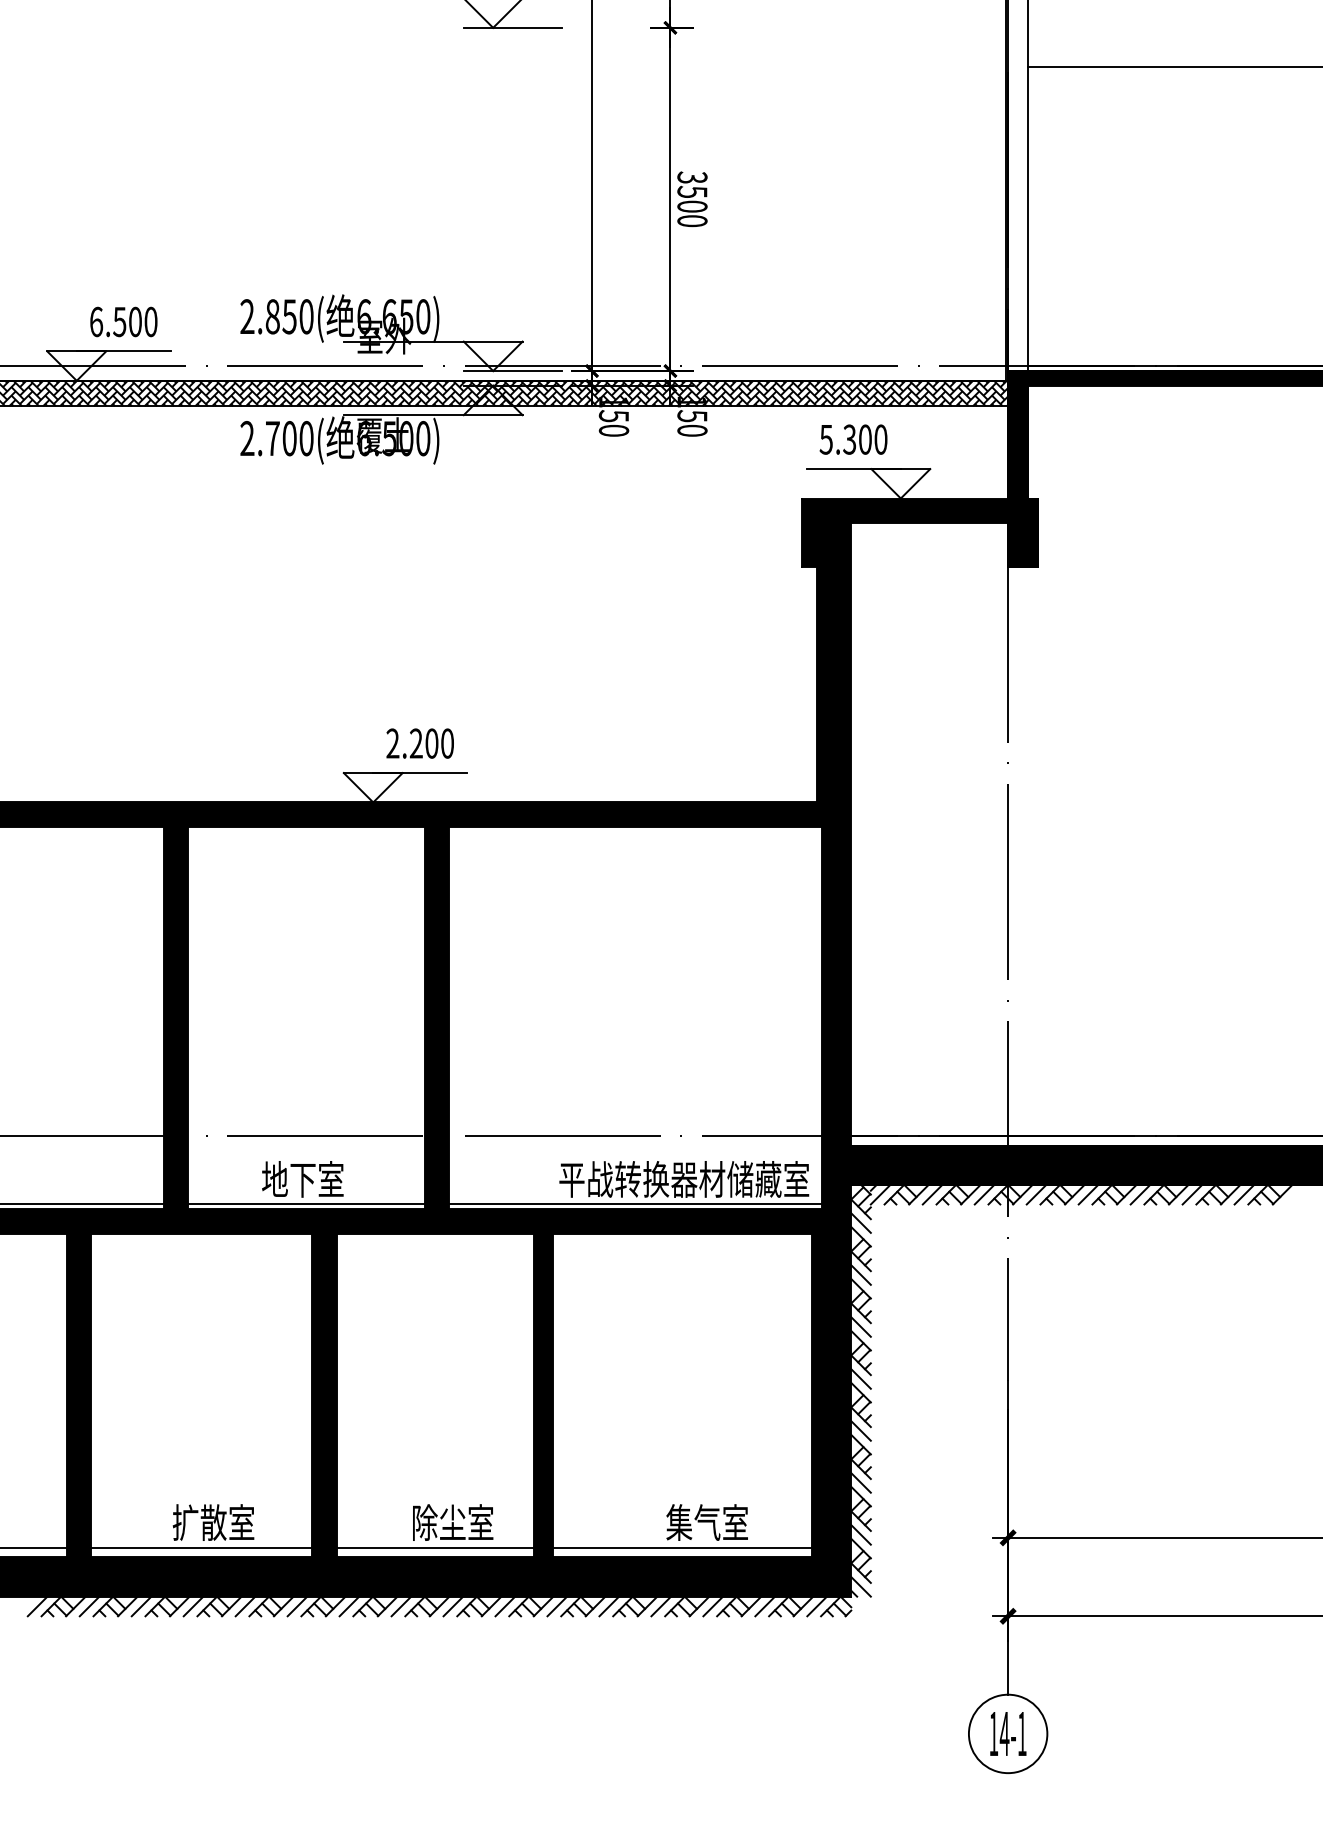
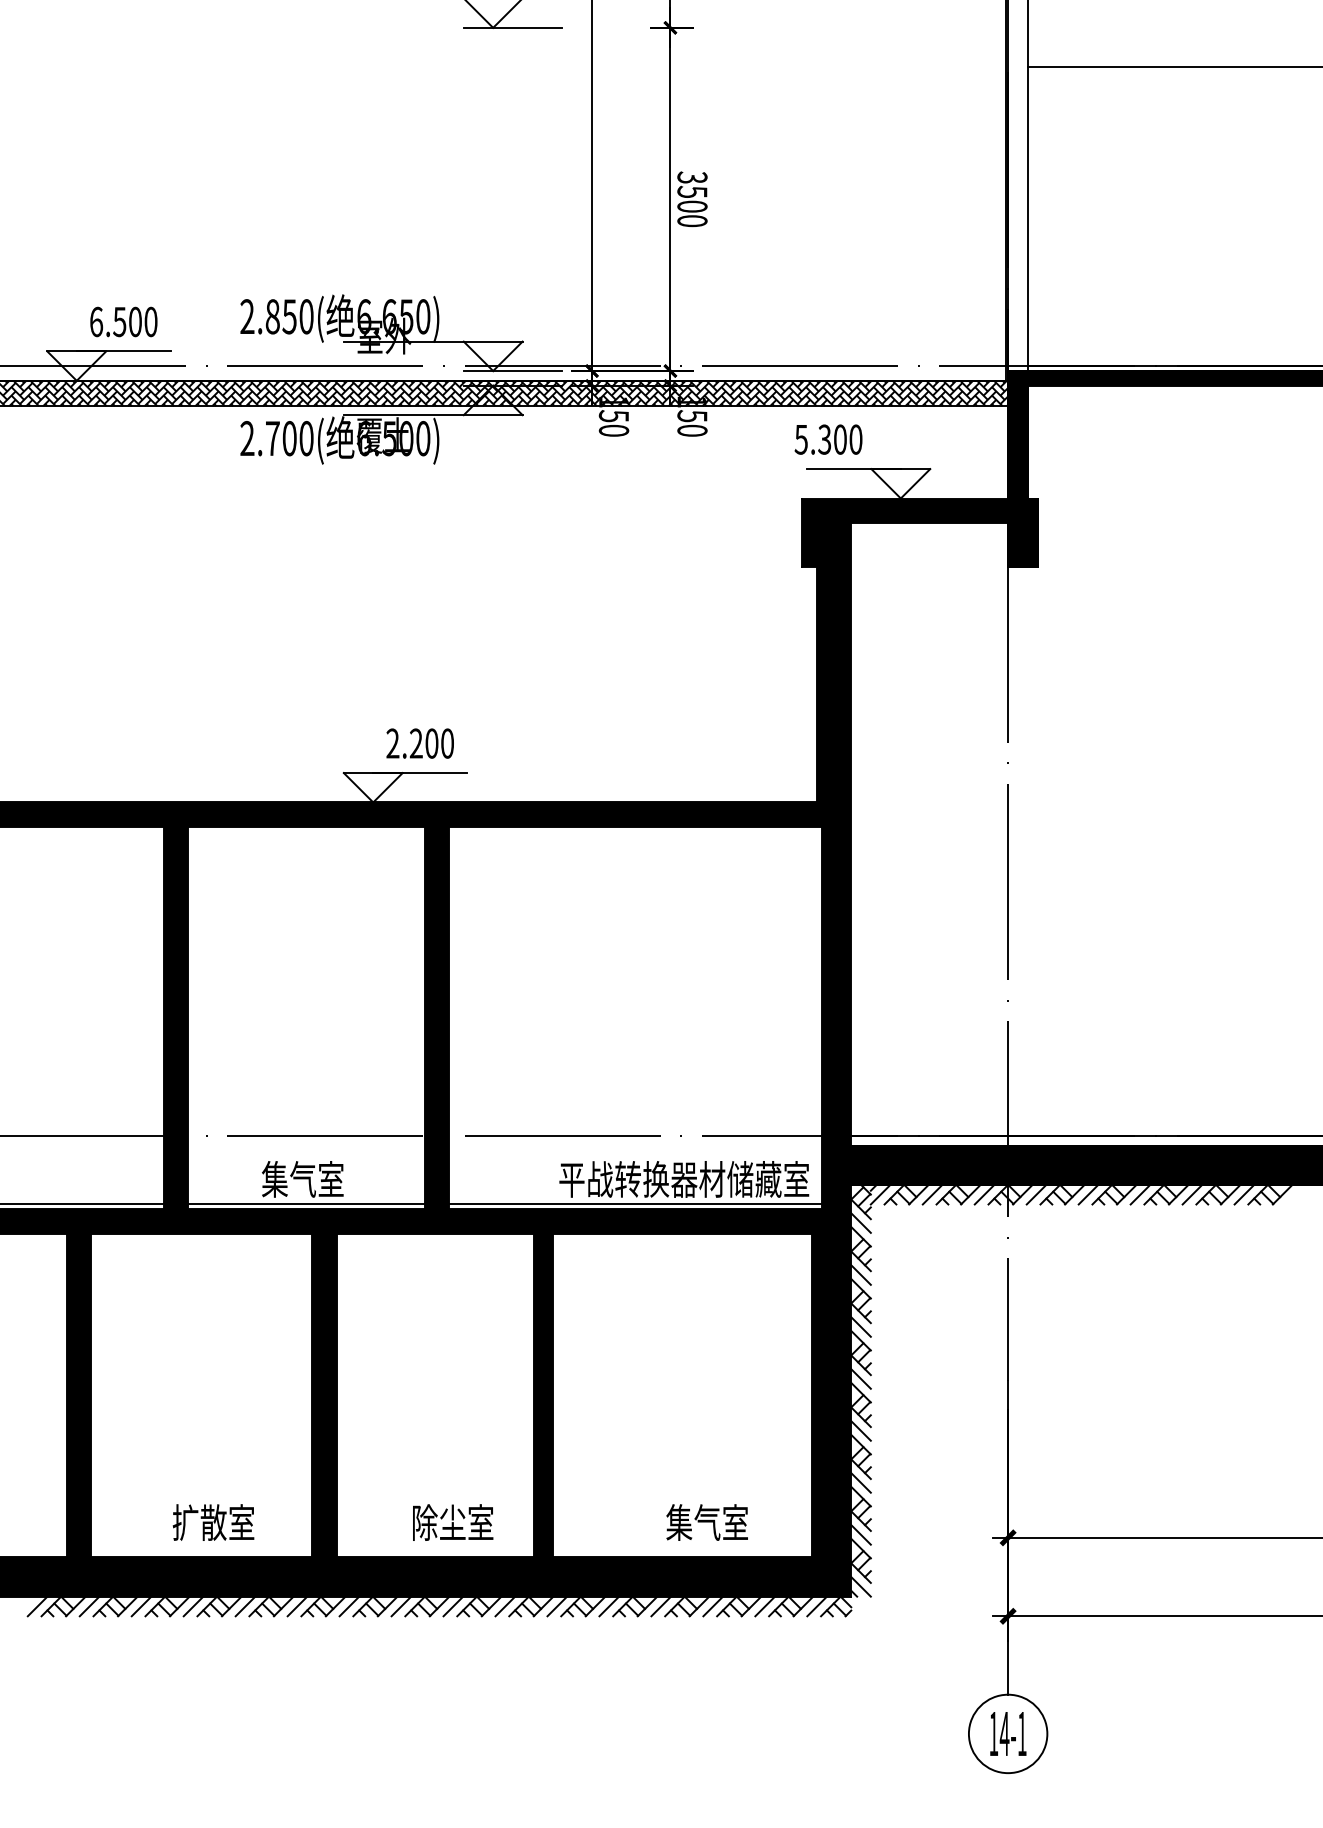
text at (853, 439) position: (853, 439) -> (828, 439)
text at (288, 1179): 地下室 -> 集气室
line at (407, 1547): present -> none
